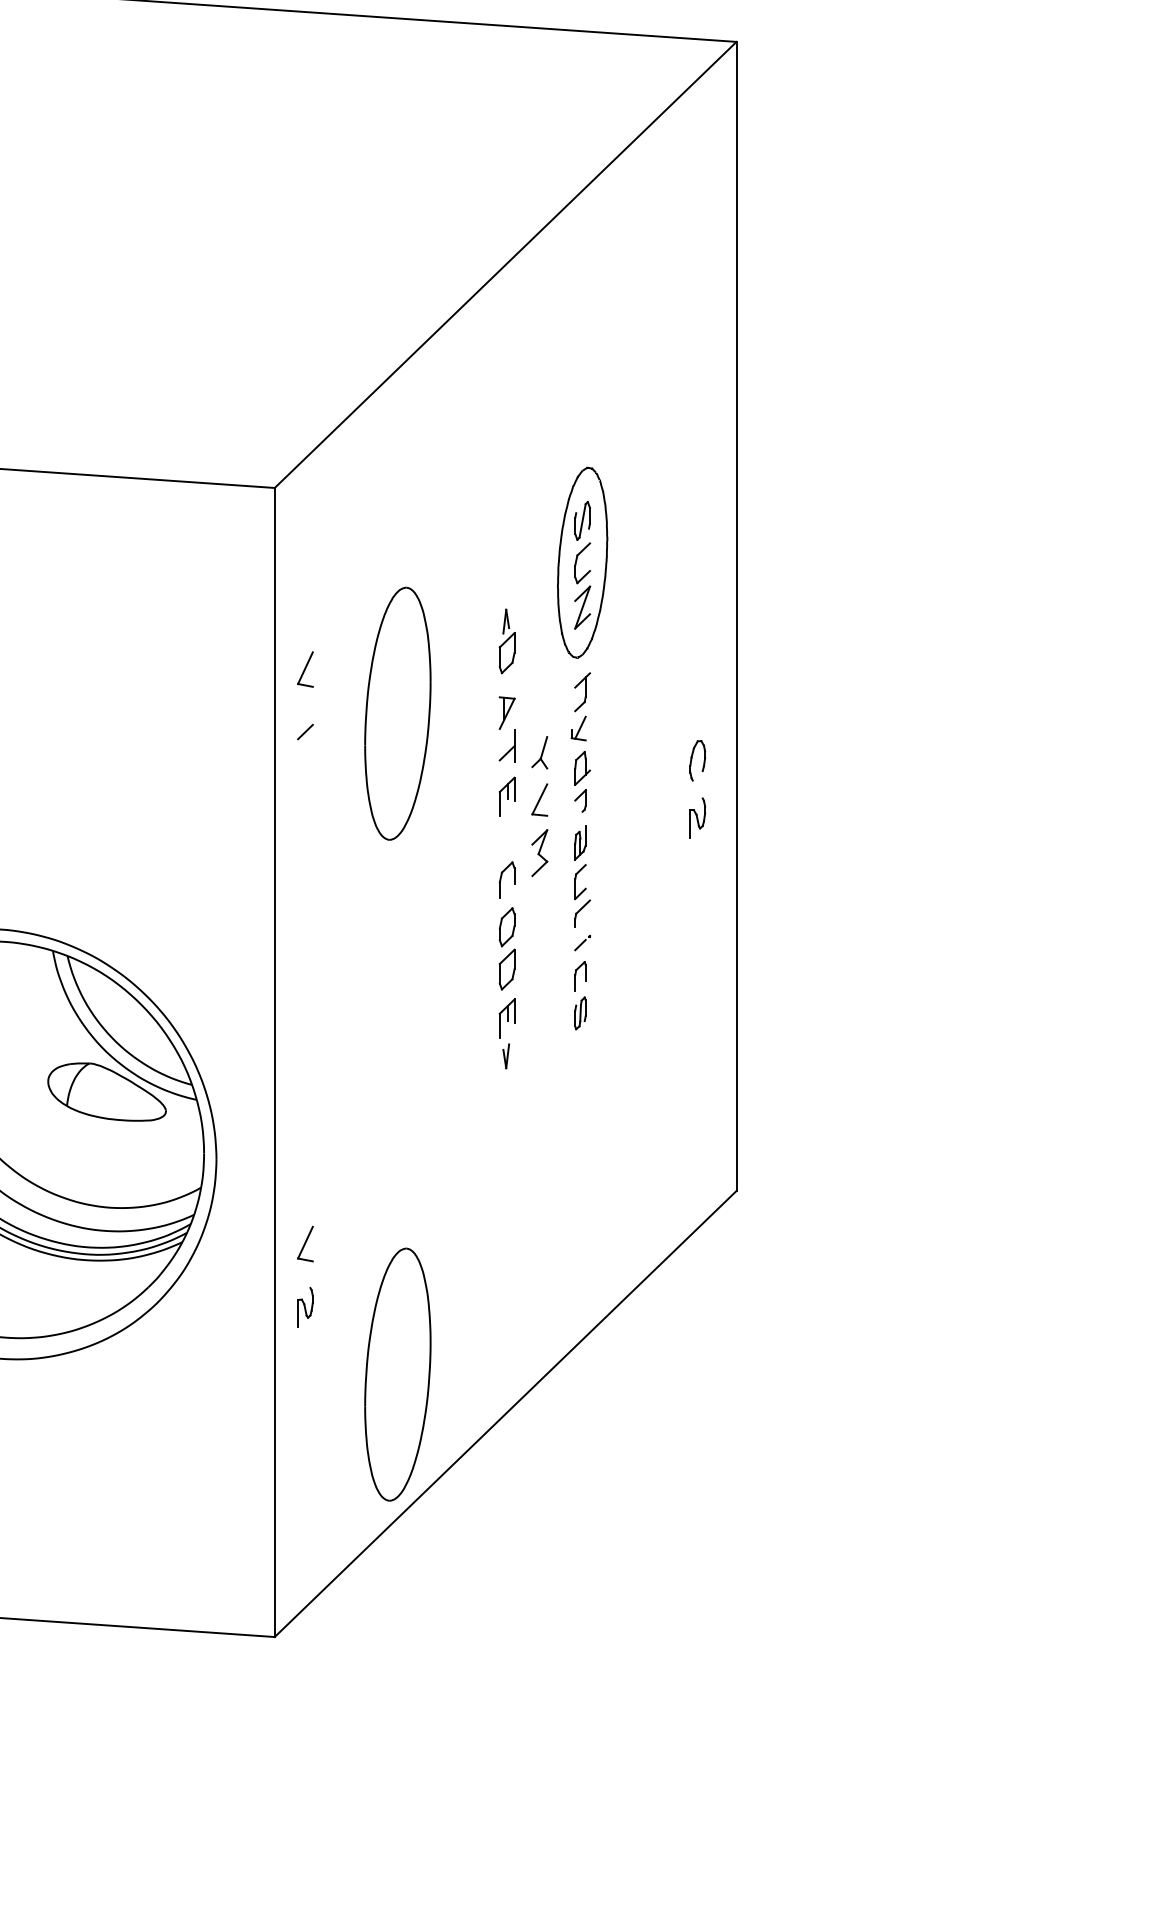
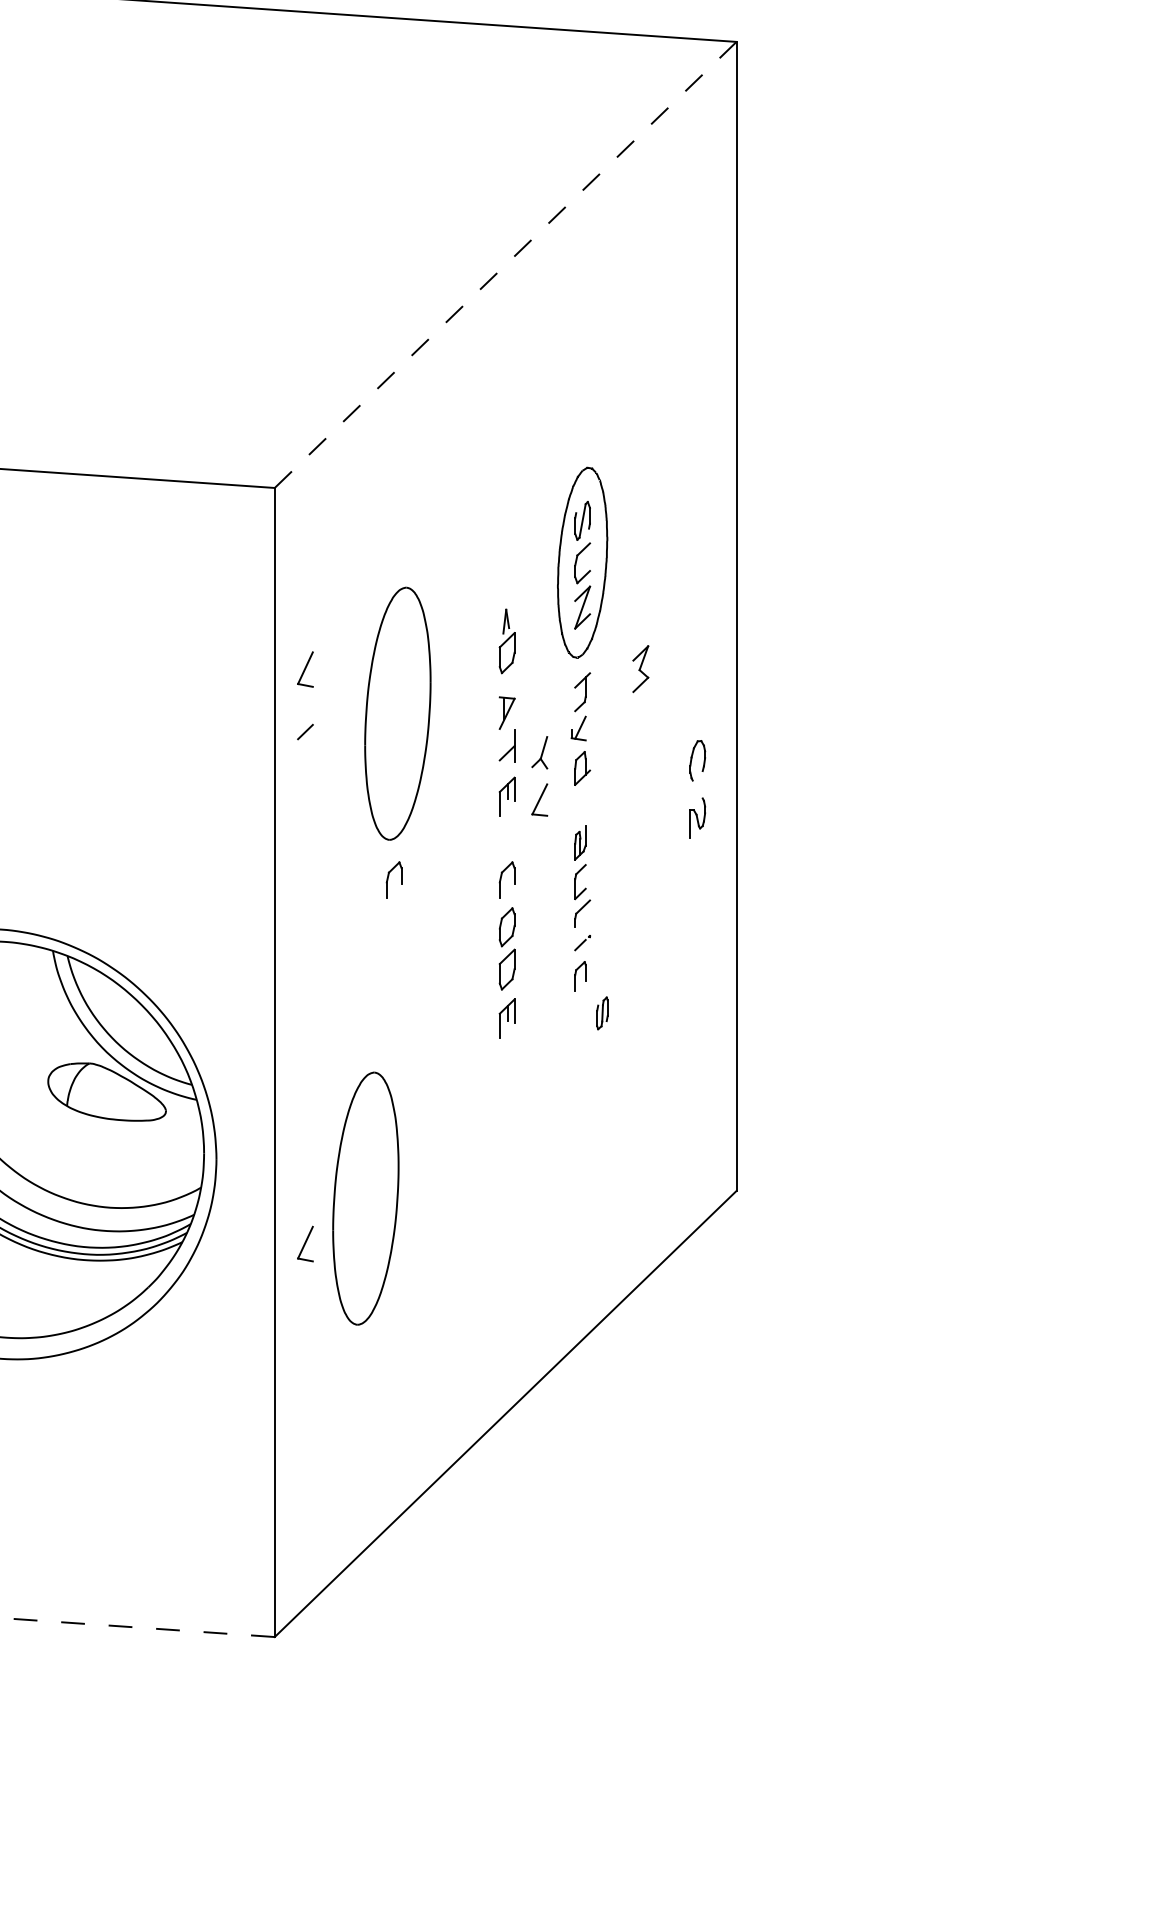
line at (506, 264): solid -> dashed
part at (580, 800): present -> none
part at (539, 853) position: (539, 853) -> (640, 669)
part at (393, 879): none -> present
part at (580, 1013) position: (580, 1013) -> (602, 1013)
part at (505, 1056): present -> none
part at (305, 1307): present -> none
part at (397, 1374) position: (397, 1374) -> (365, 1198)
line at (137, 1627): solid -> dashed
